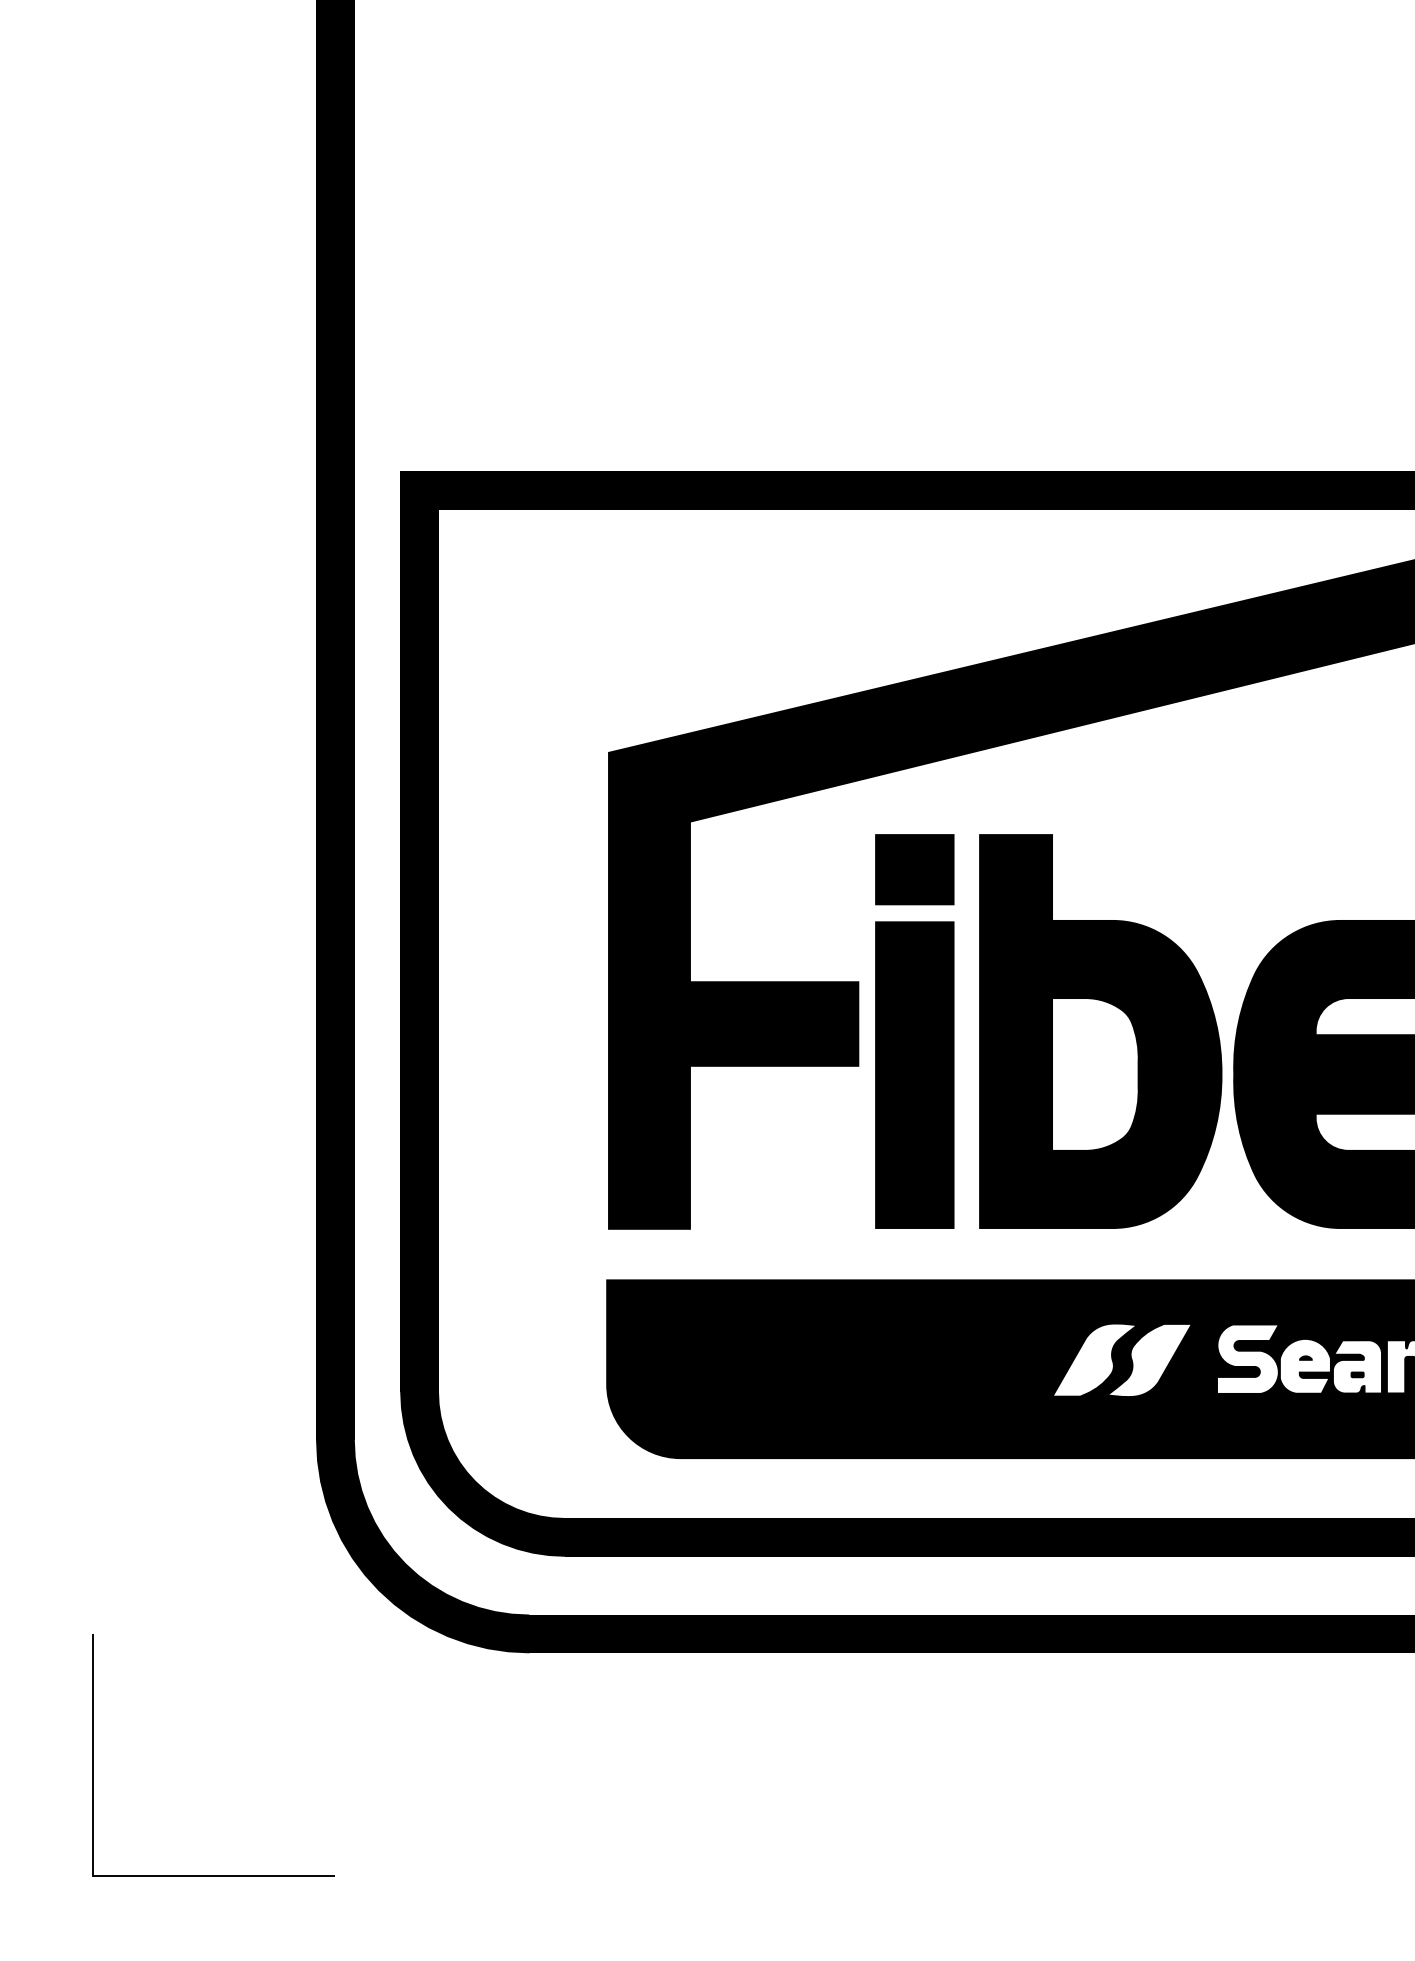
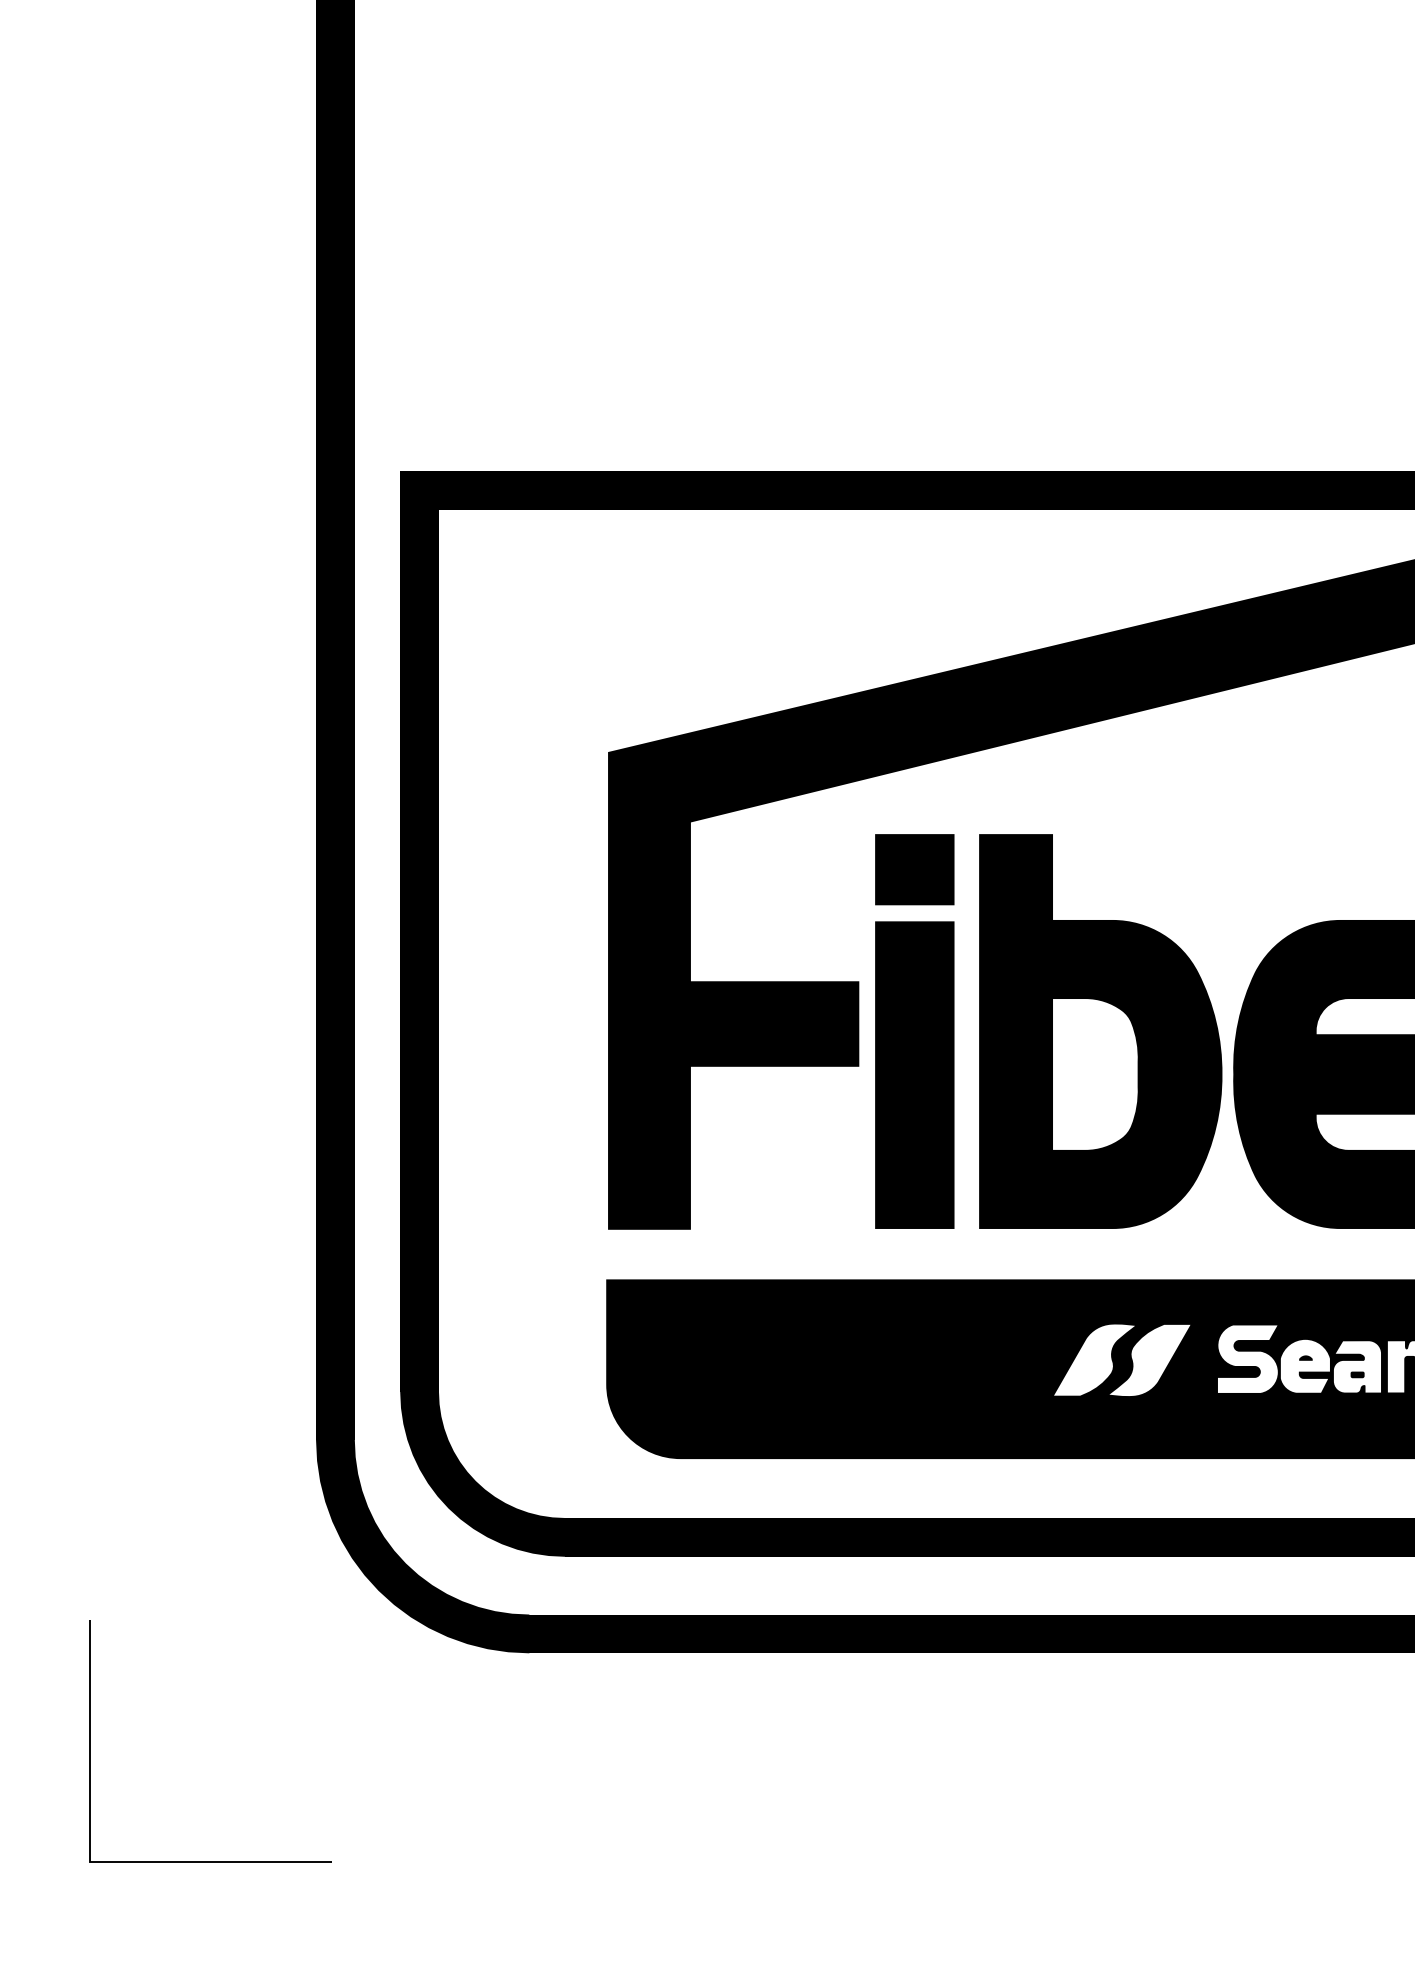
line at (93, 1755) position: (93, 1755) -> (90, 1741)
